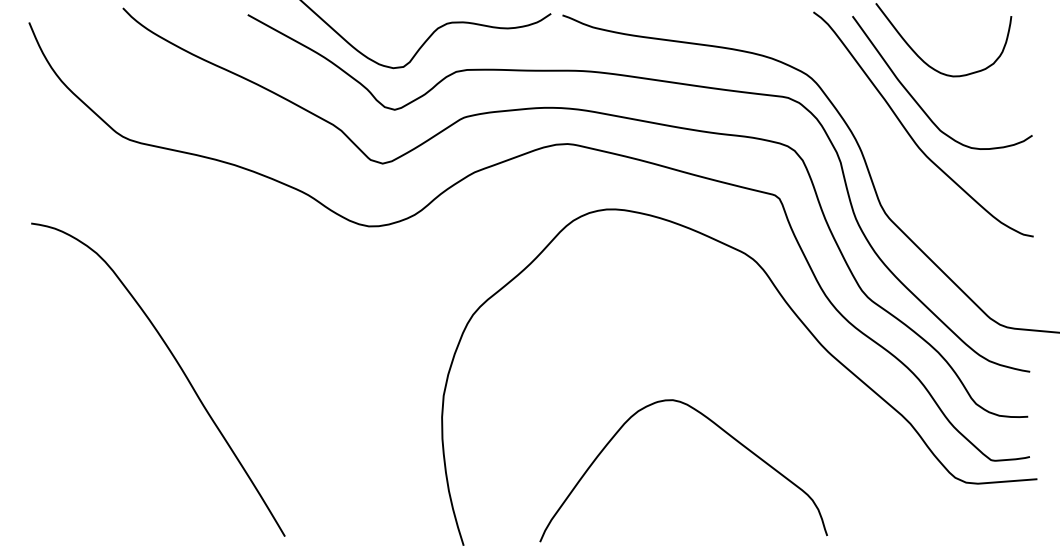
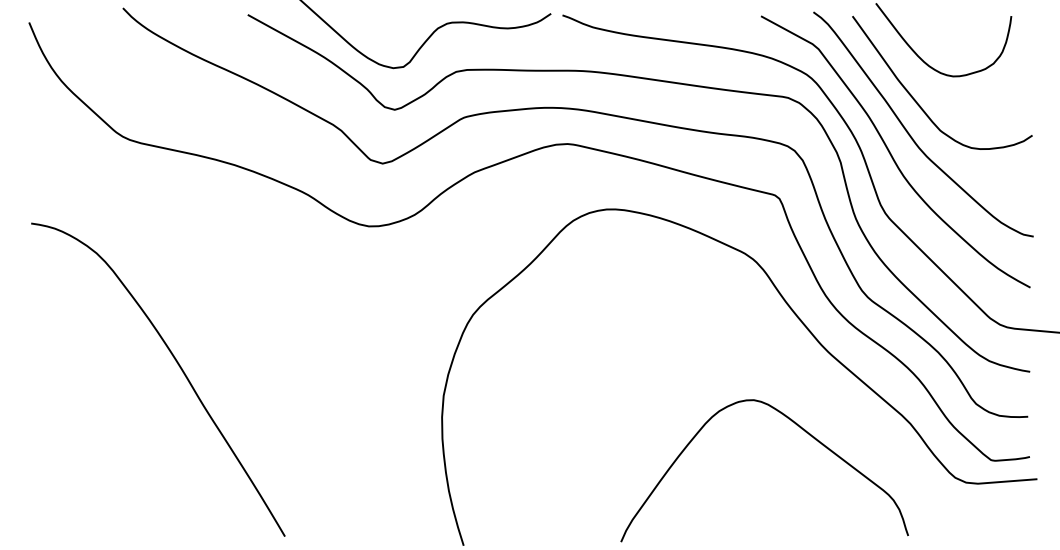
curve at (891, 153): none -> present
curve at (715, 425) position: (715, 425) -> (796, 425)
